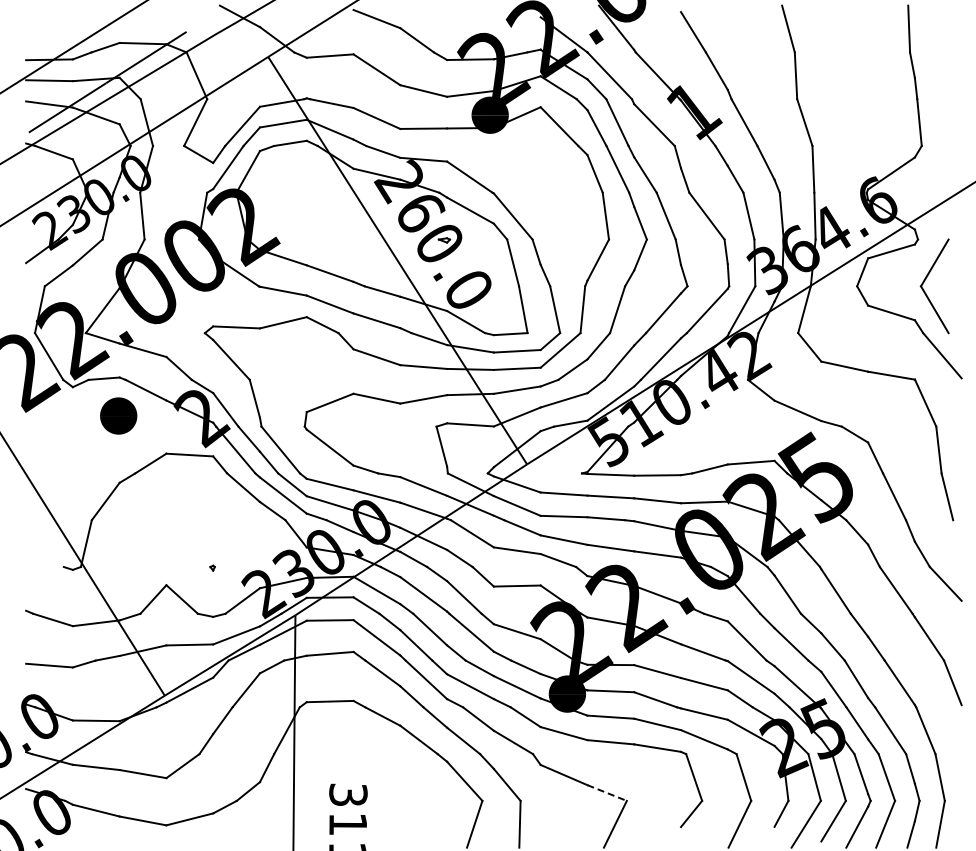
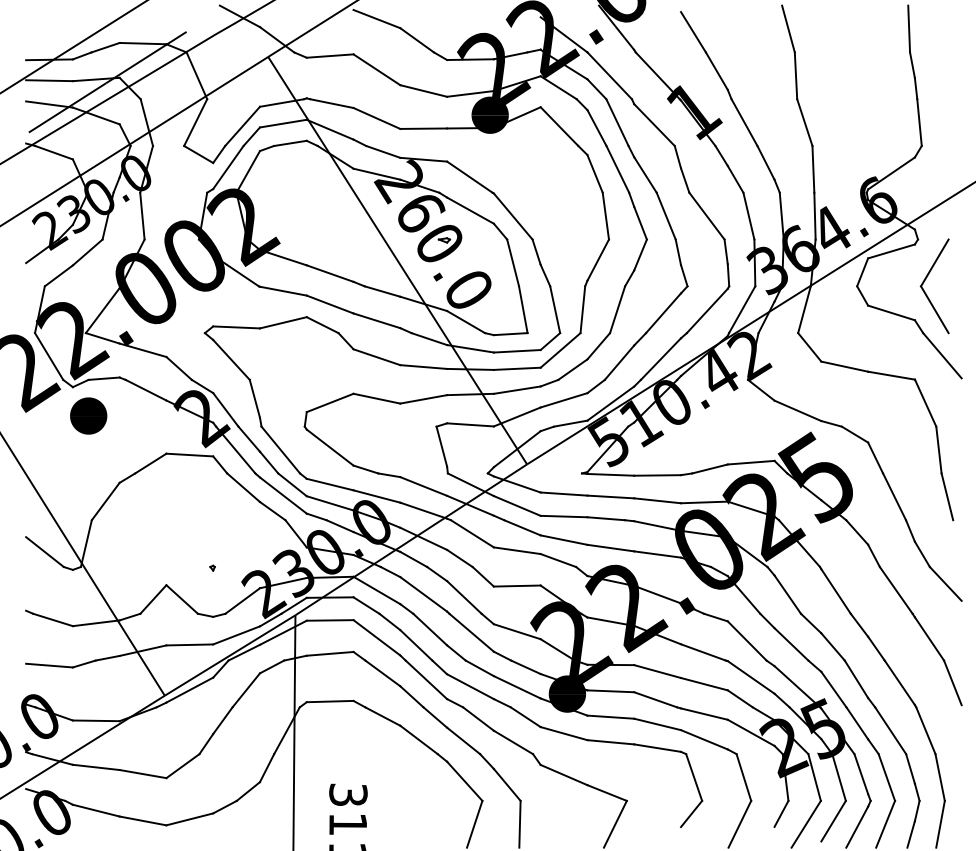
text at (118, 415) position: (118, 415) -> (88, 415)
line at (44, 552): none -> present
line at (607, 793): dashed -> solid
